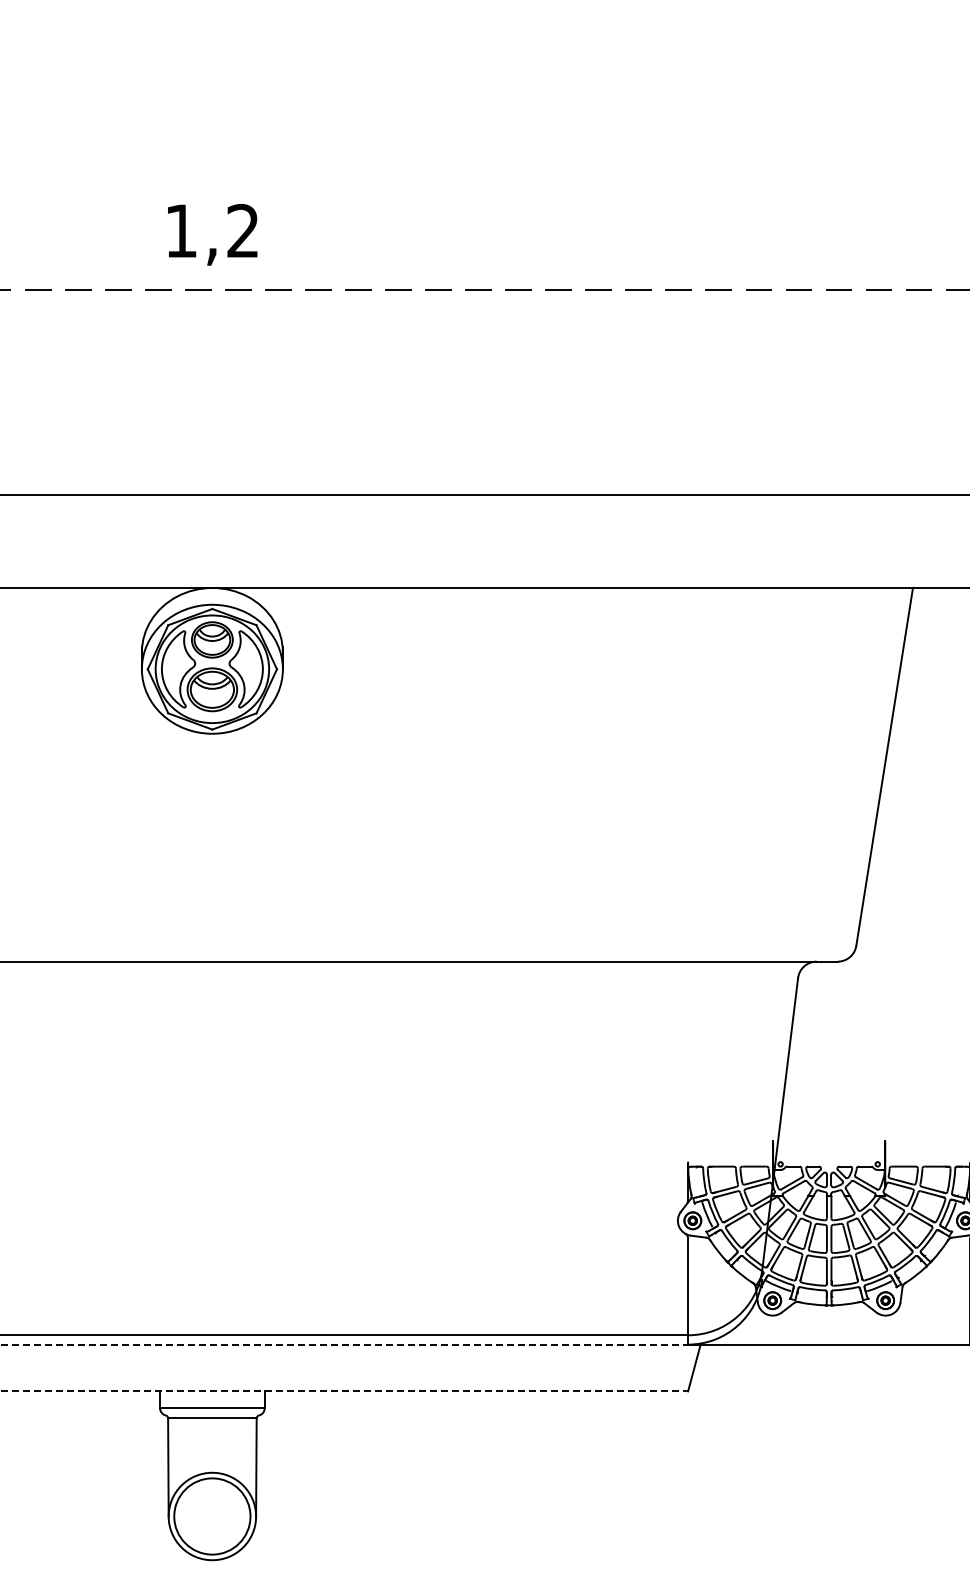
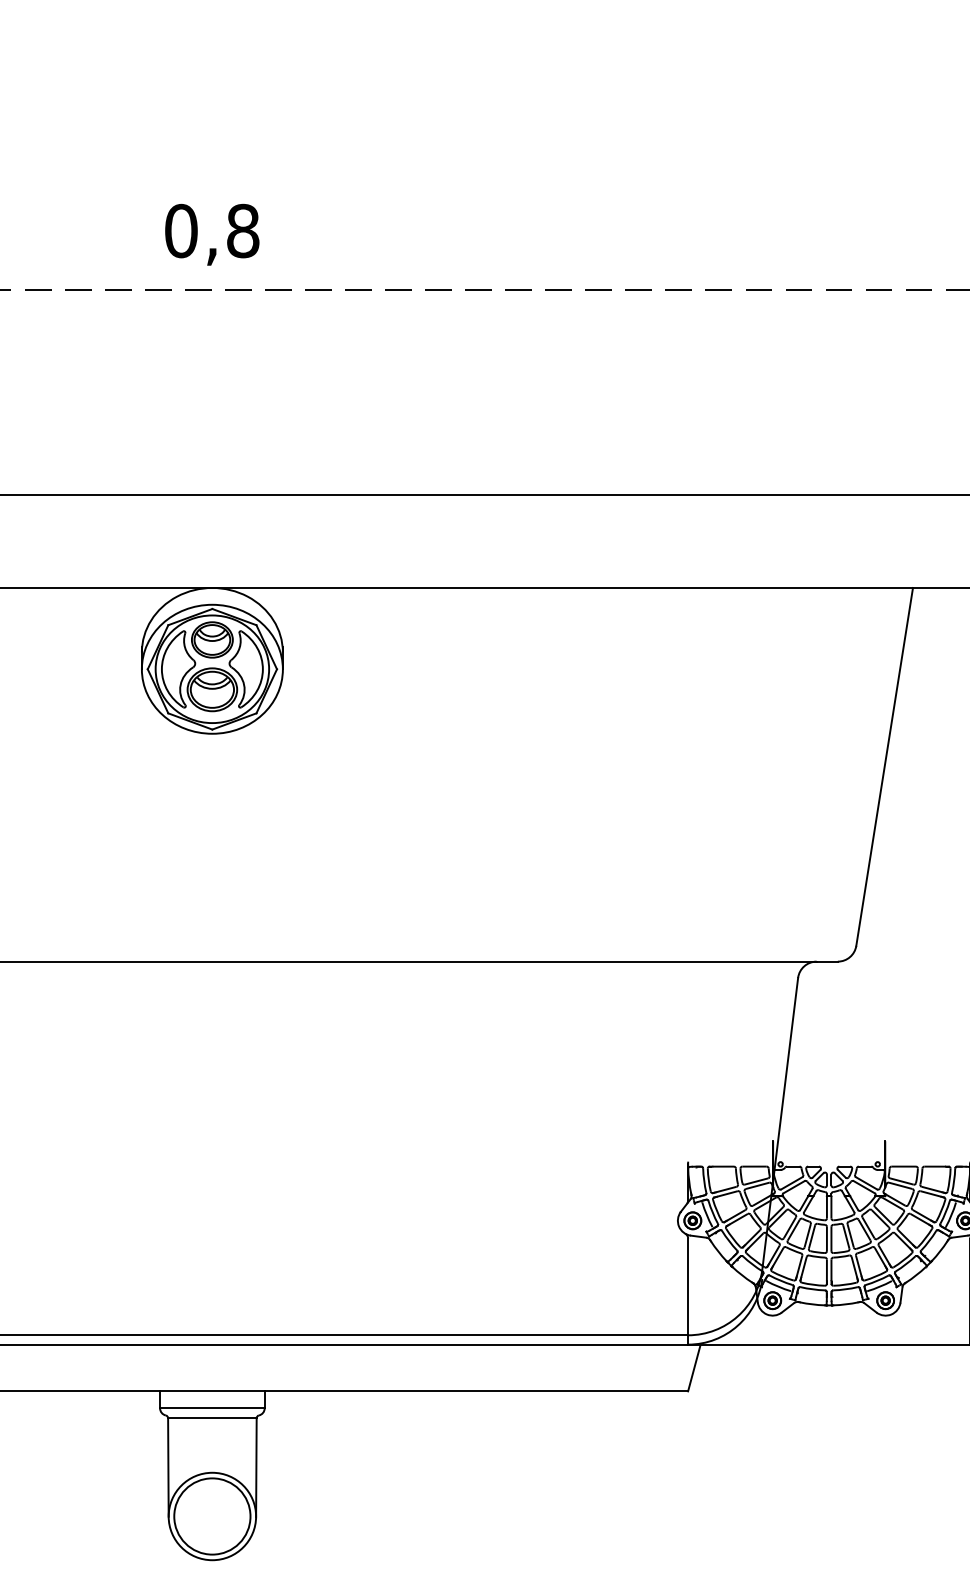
text at (212, 230): 1,2 -> 0,8
line at (344, 1344): dashed -> solid
line at (344, 1391): dashed -> solid
